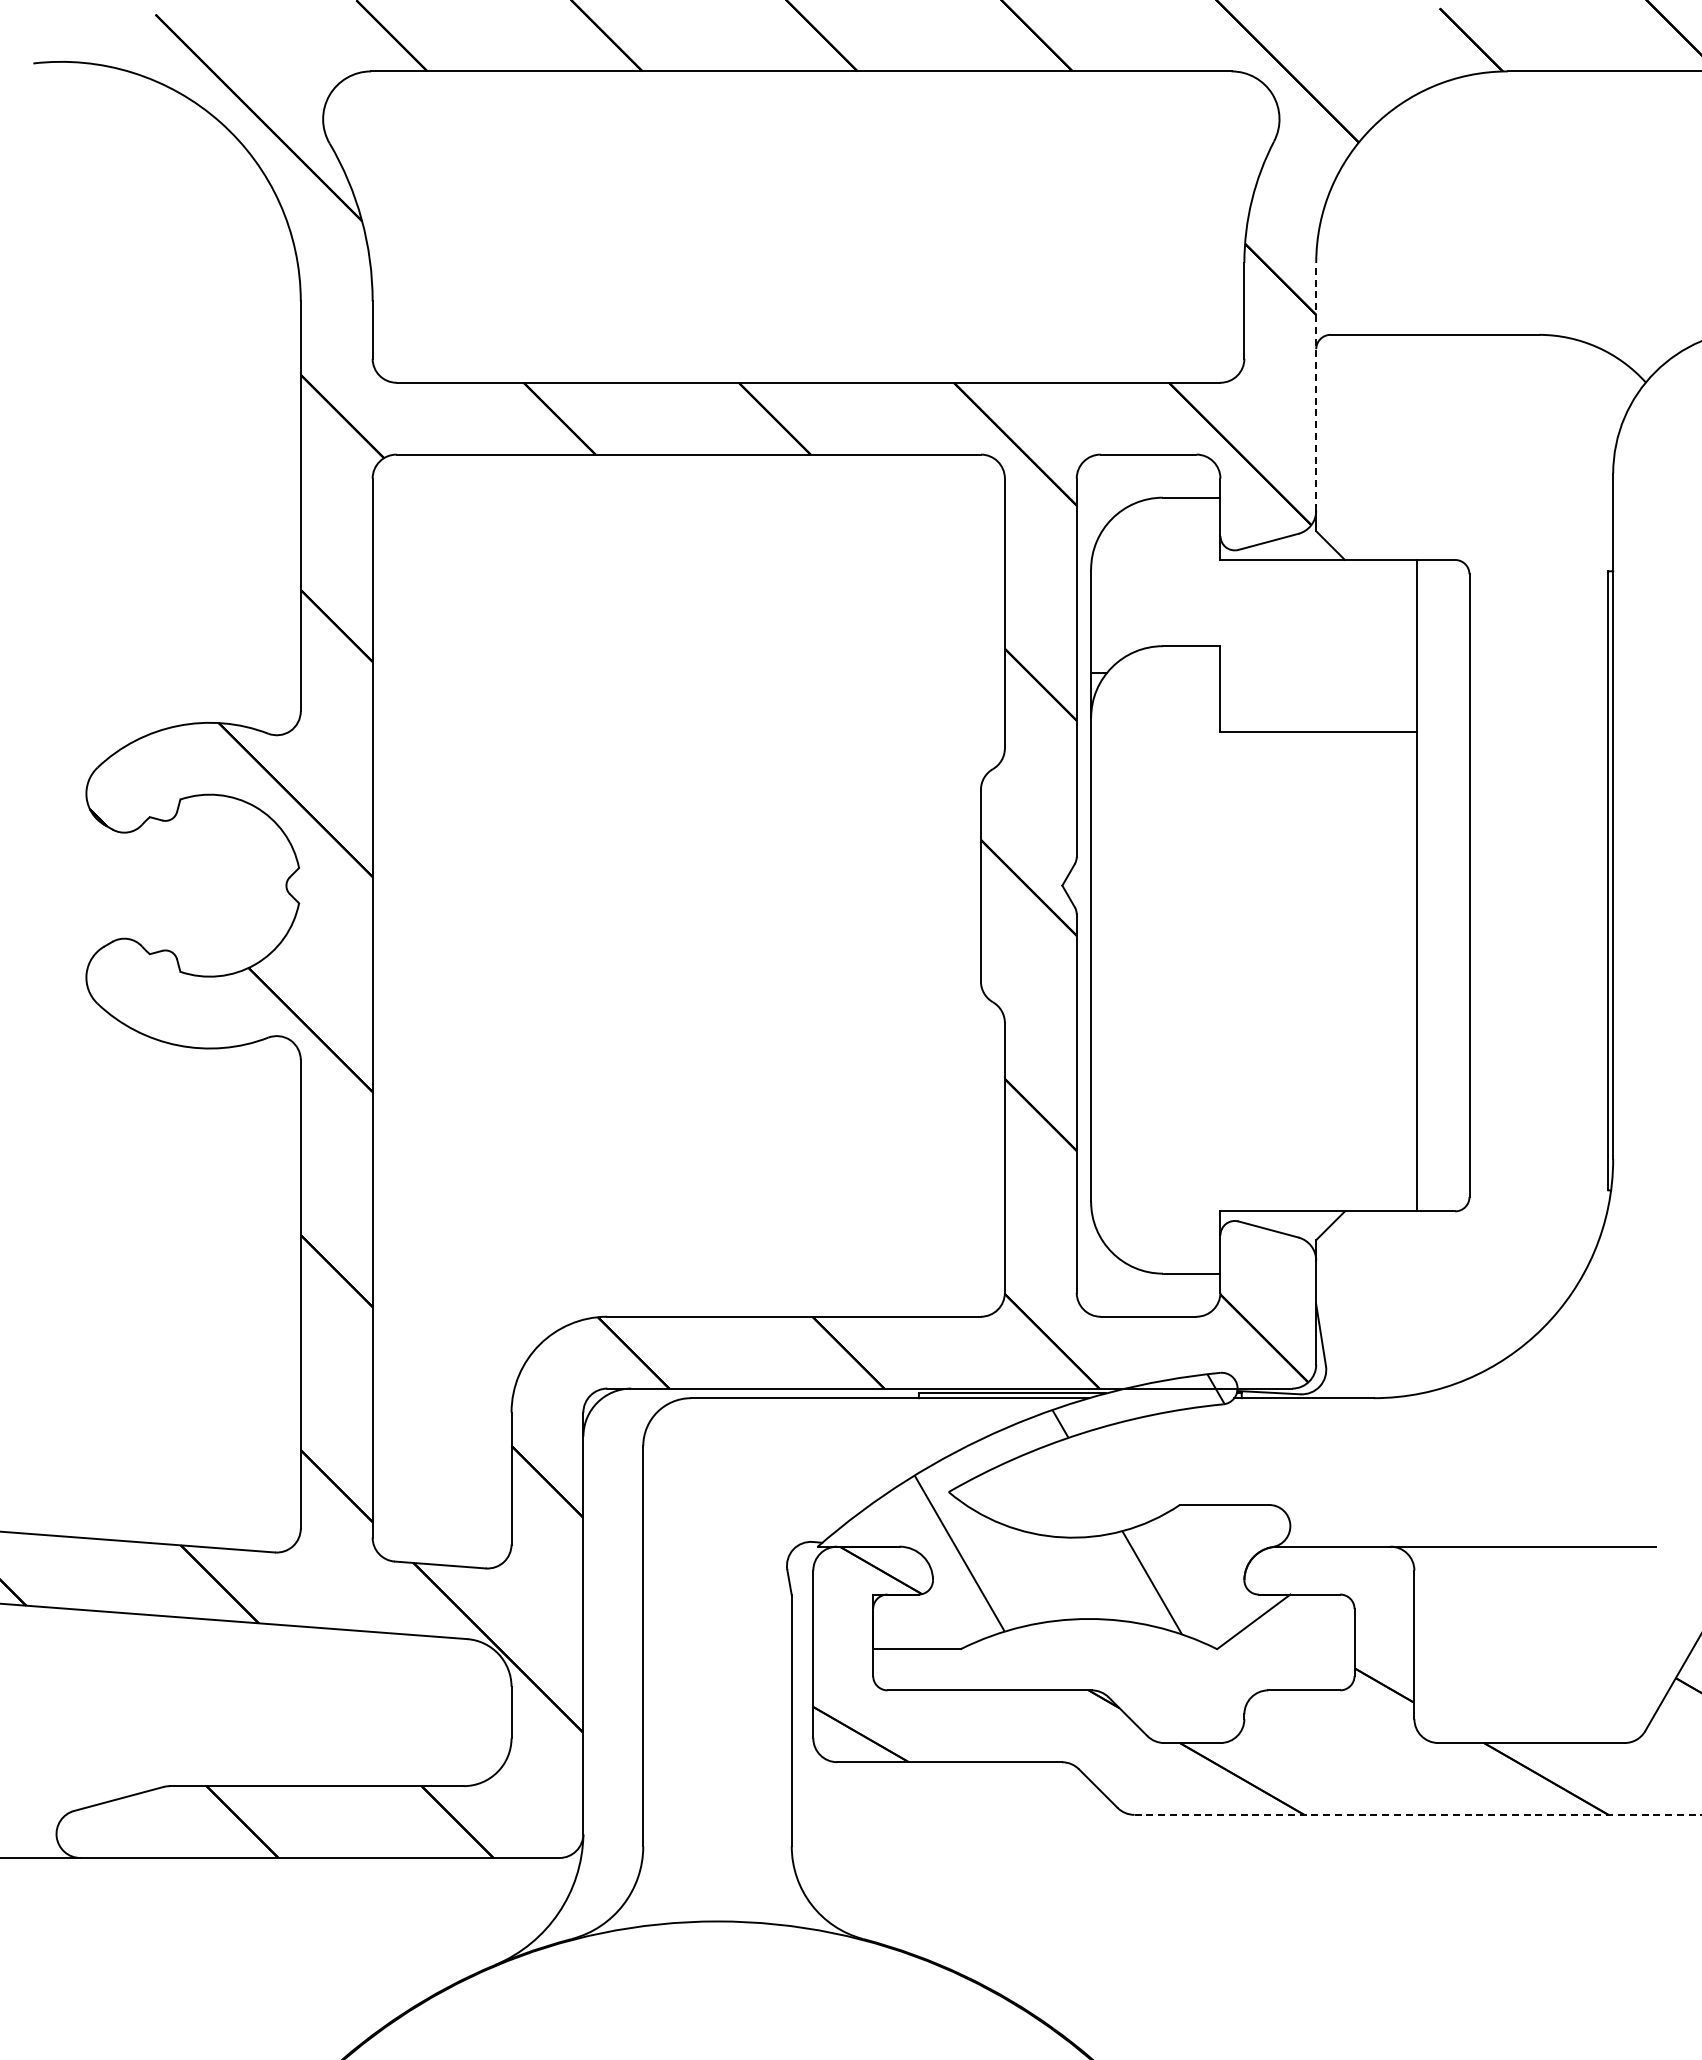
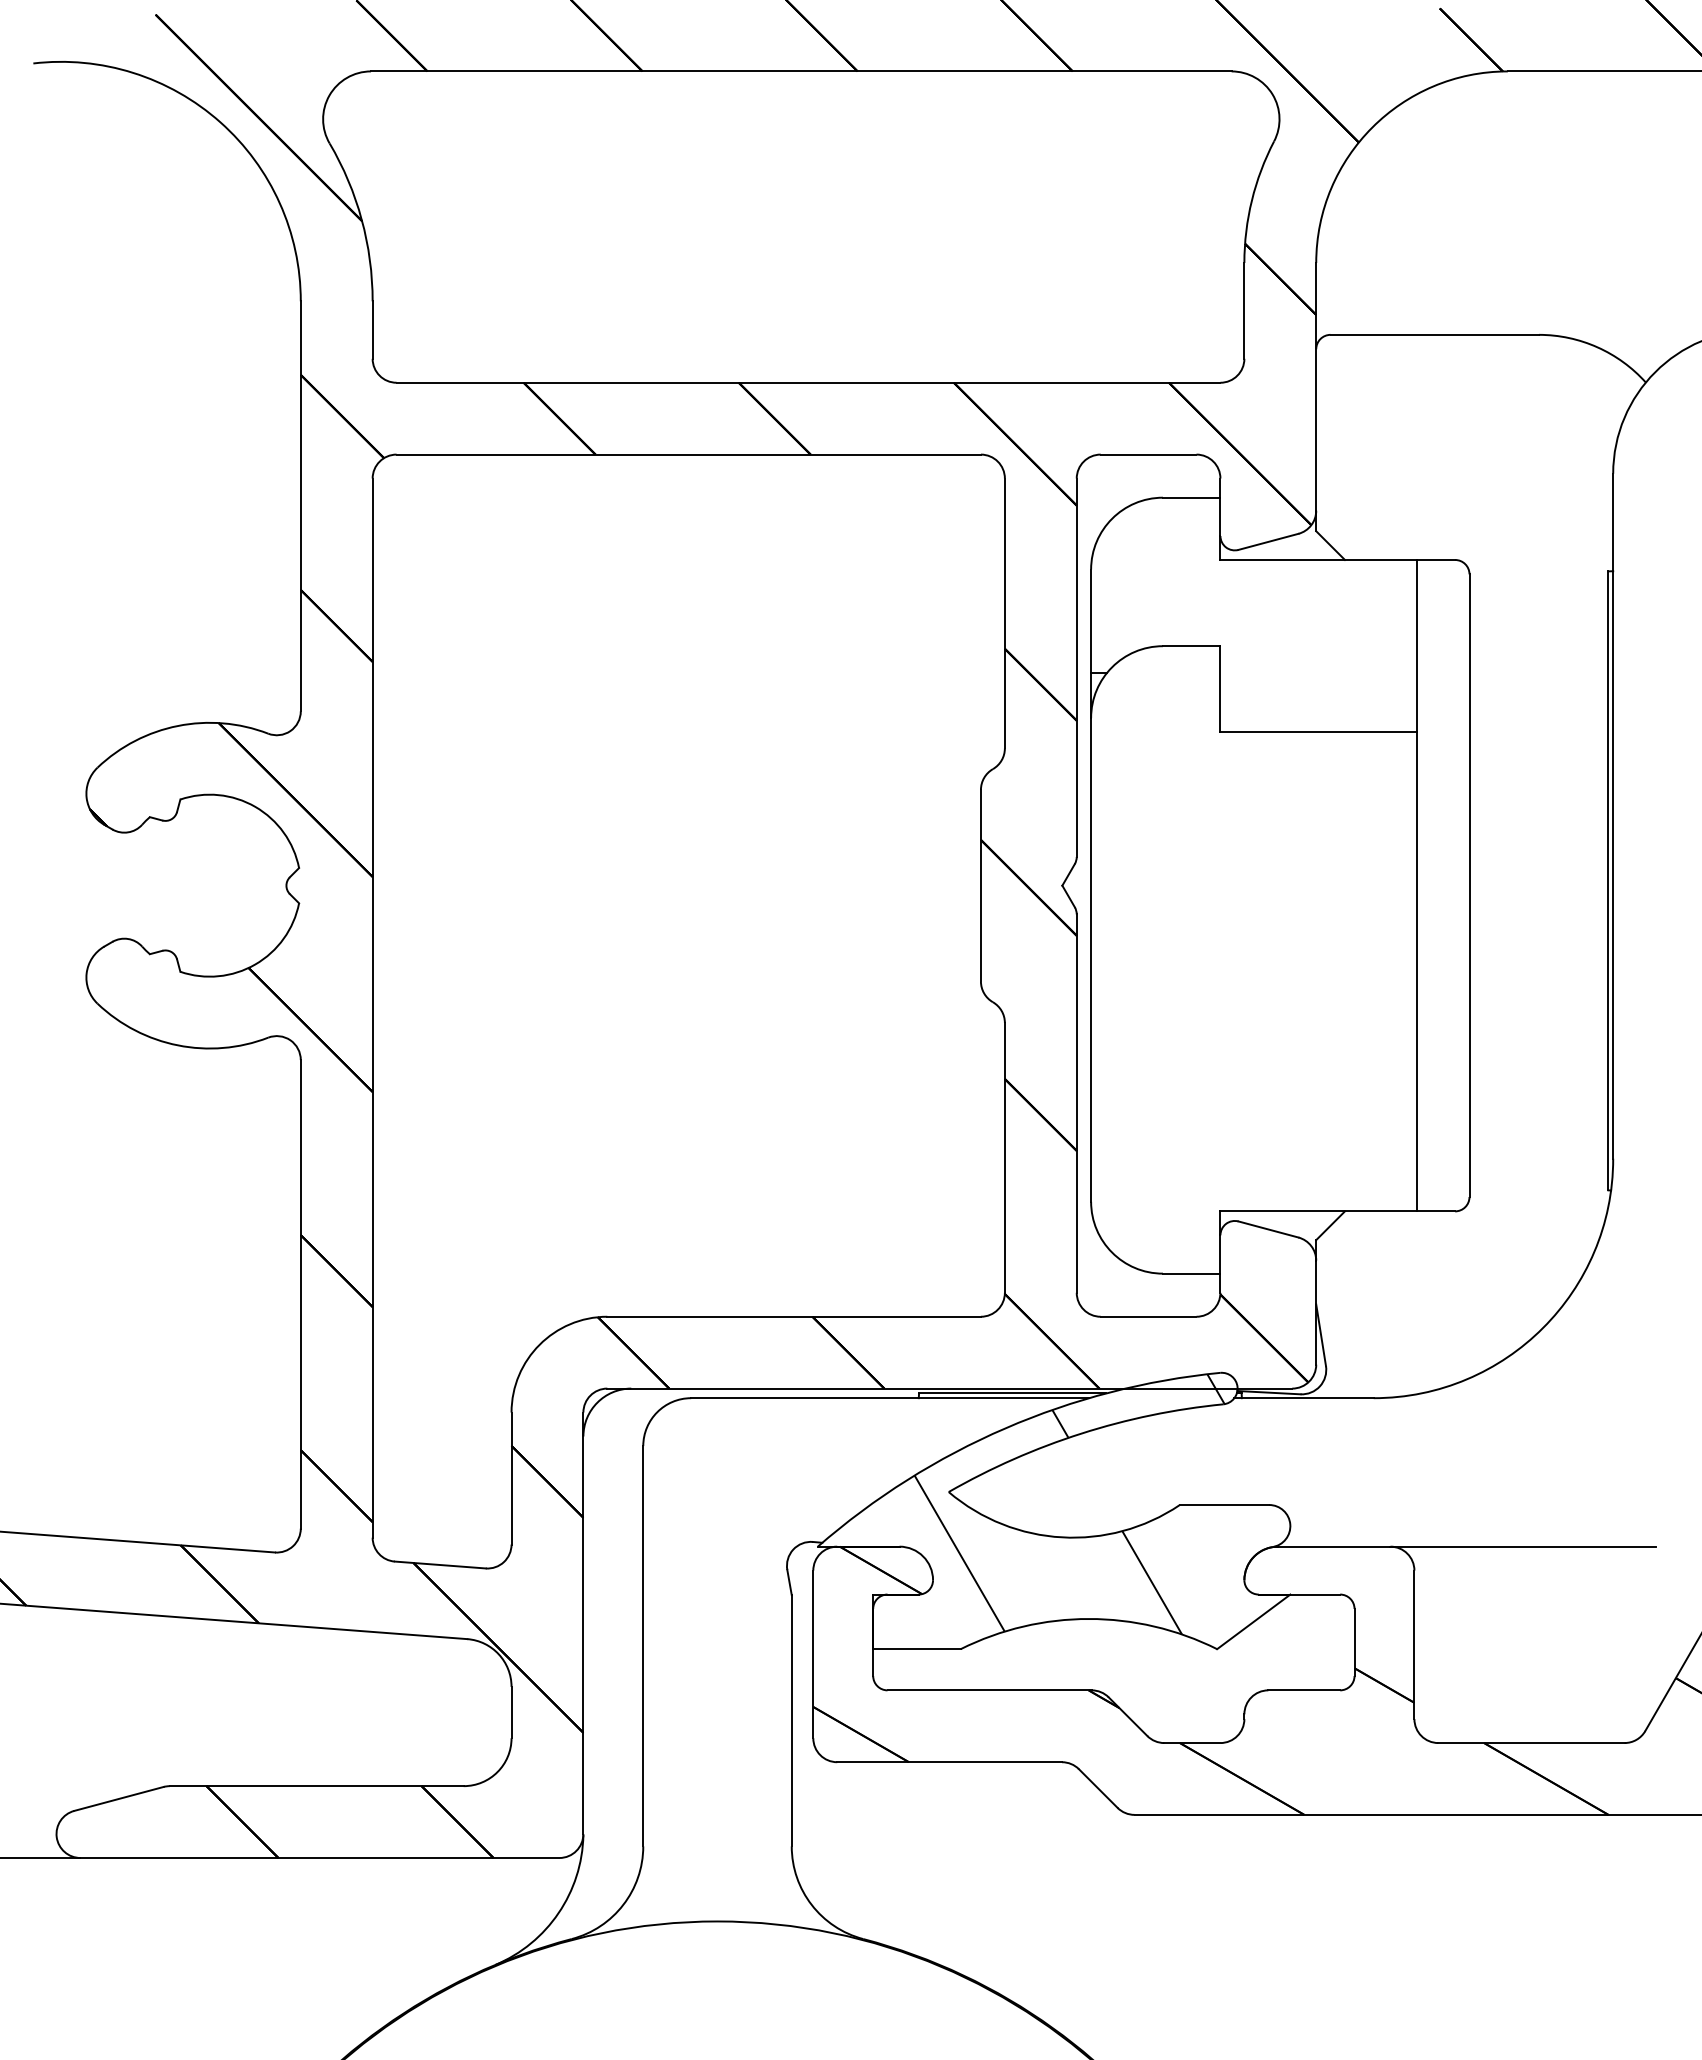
line at (1316, 386): dashed -> solid
line at (1418, 1814): dashed -> solid
